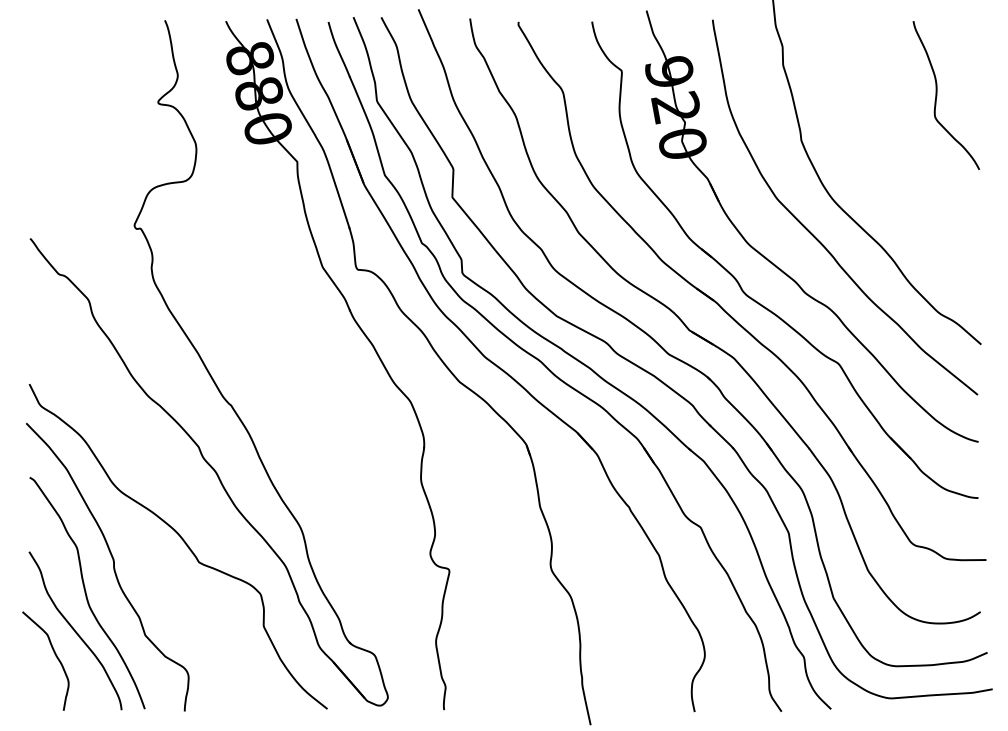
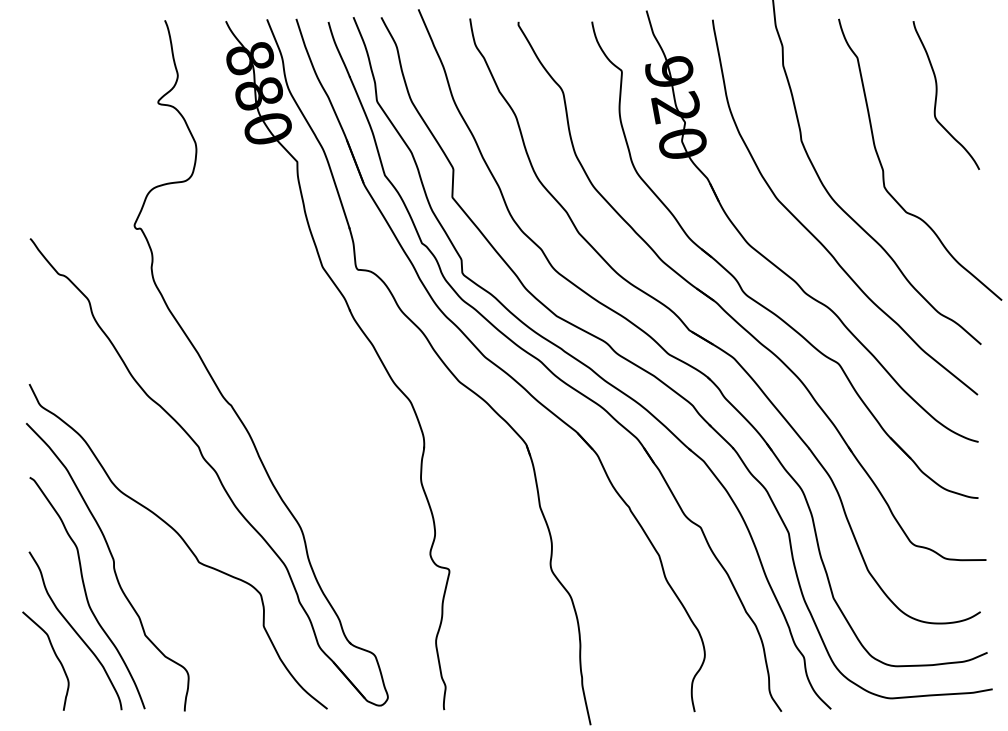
curve at (884, 171): none -> present
